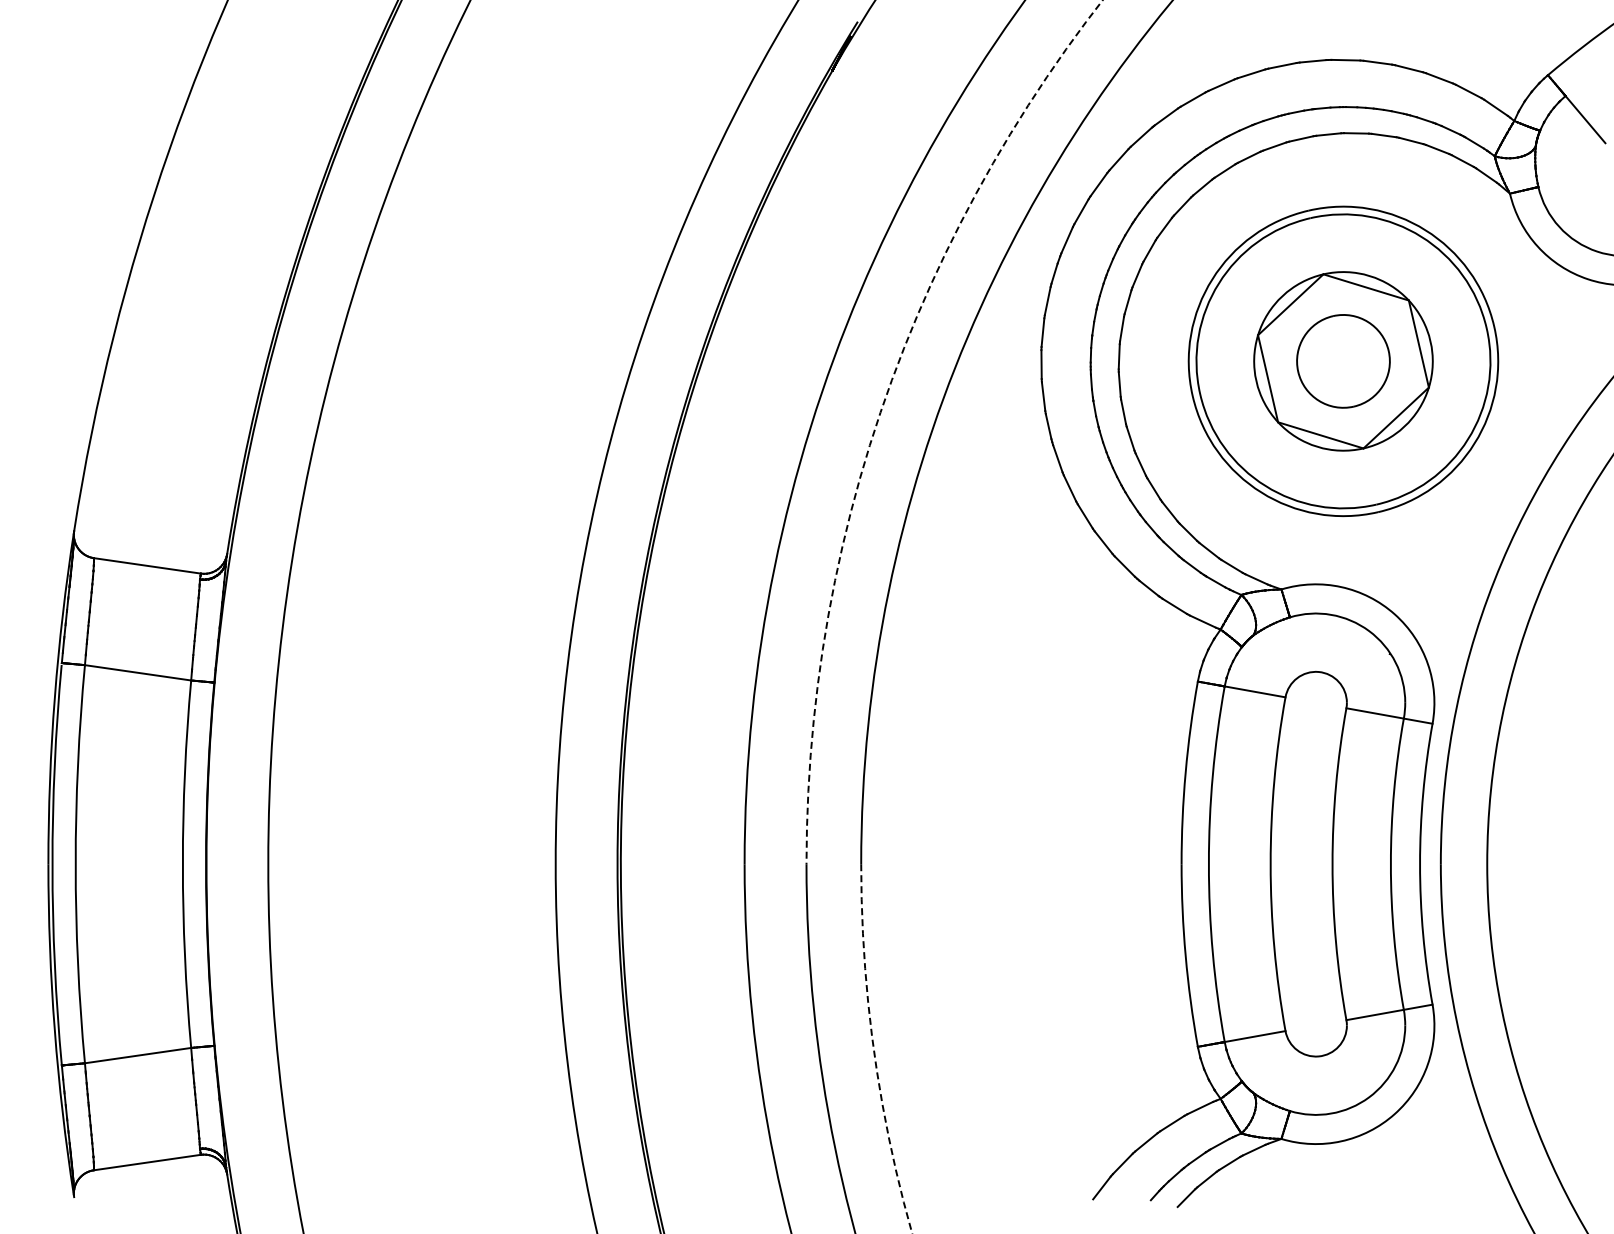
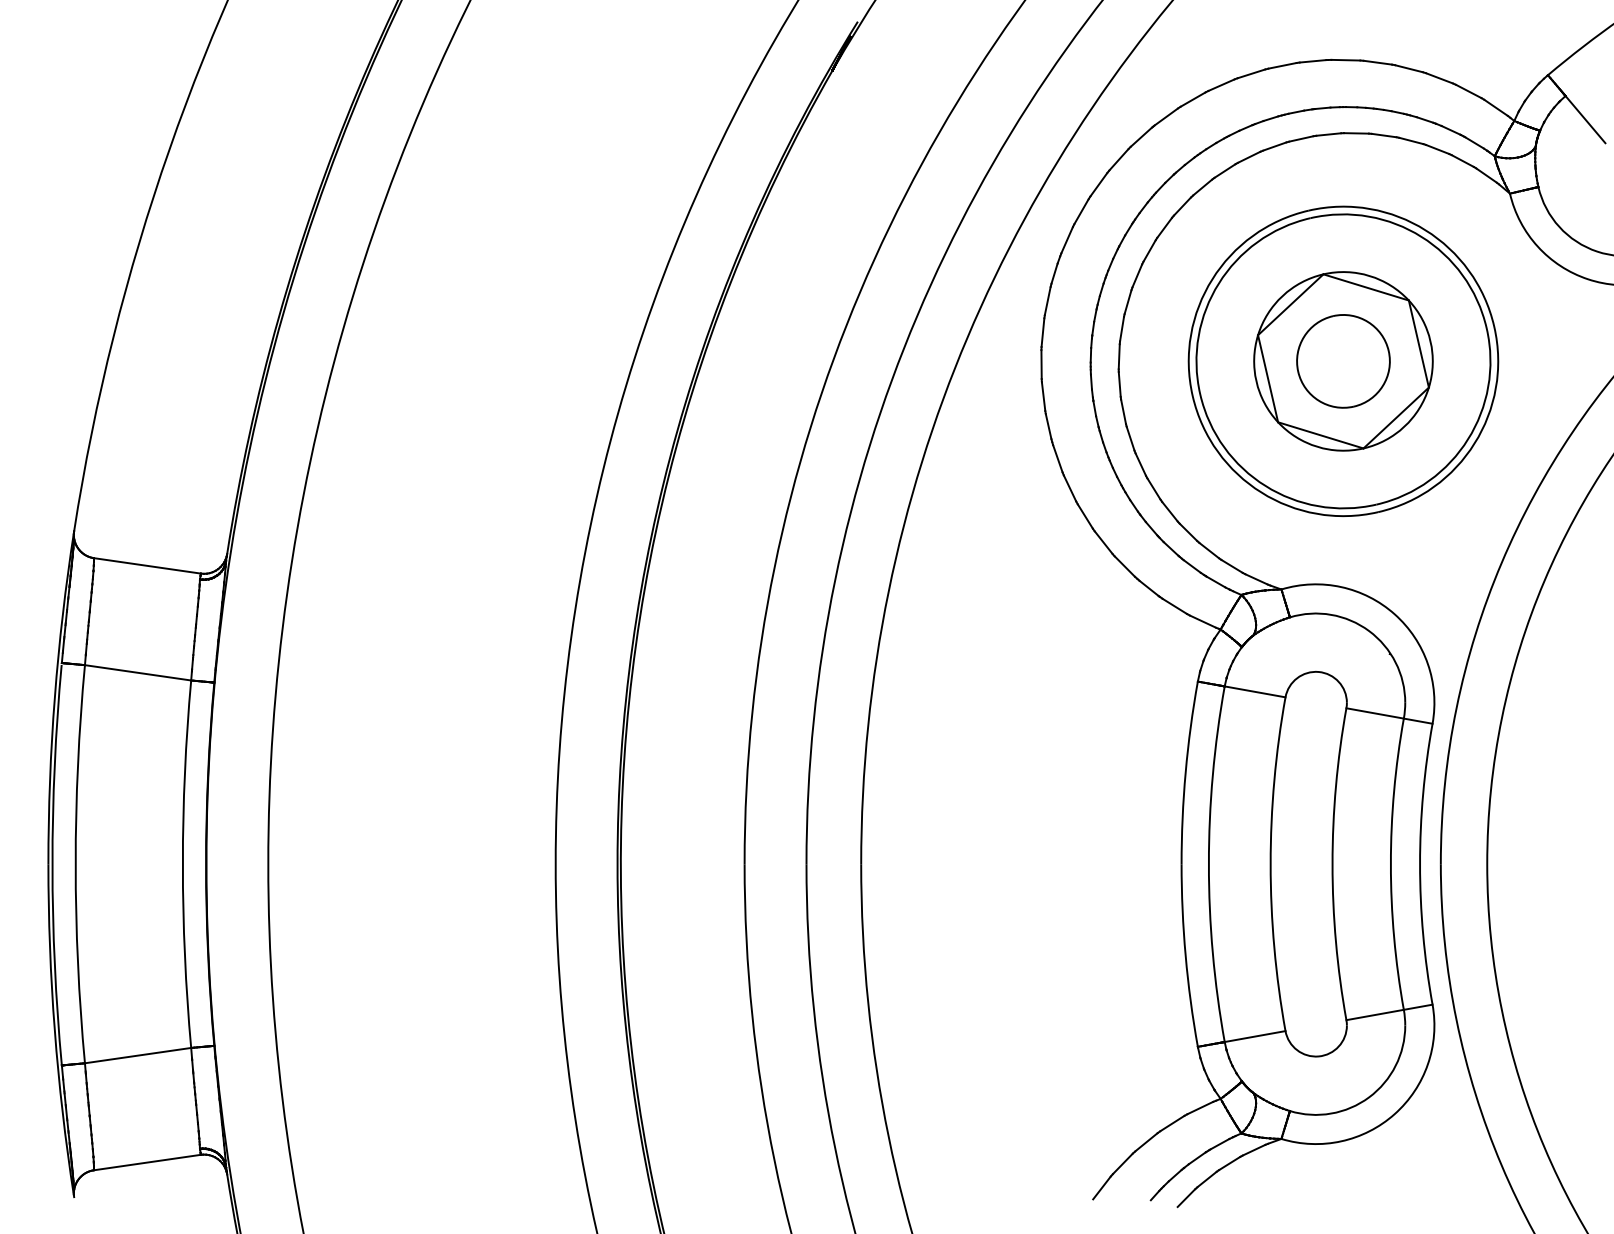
arc at (882, 408): dashed -> solid
arc at (874, 1051): dashed -> solid
